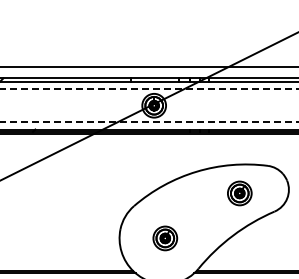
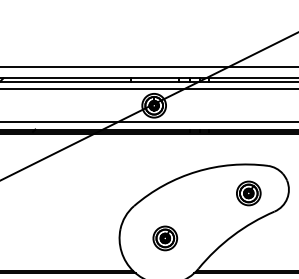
line at (148, 89): dashed -> solid
line at (149, 122): dashed -> solid
part at (239, 193) position: (239, 193) -> (248, 193)
